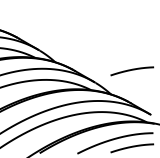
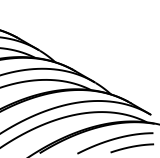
curve at (132, 70): present -> none
